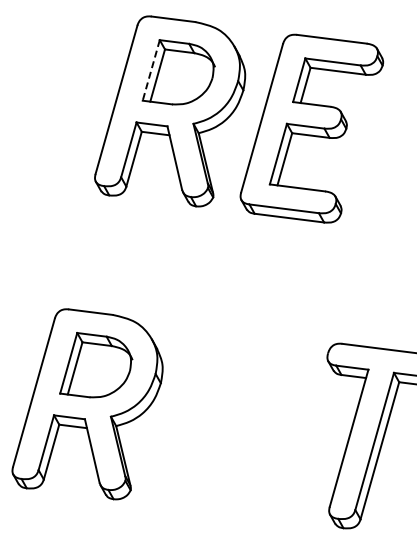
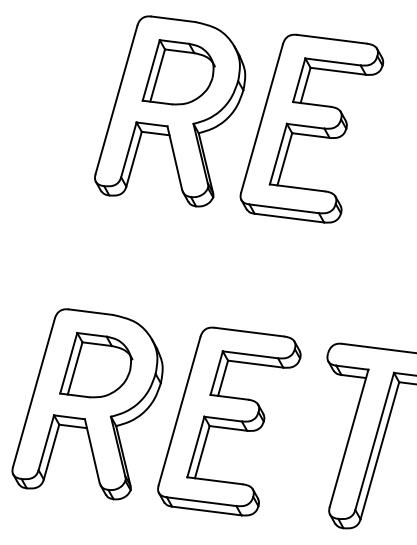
line at (151, 70): dashed -> solid
part at (229, 421): none -> present
